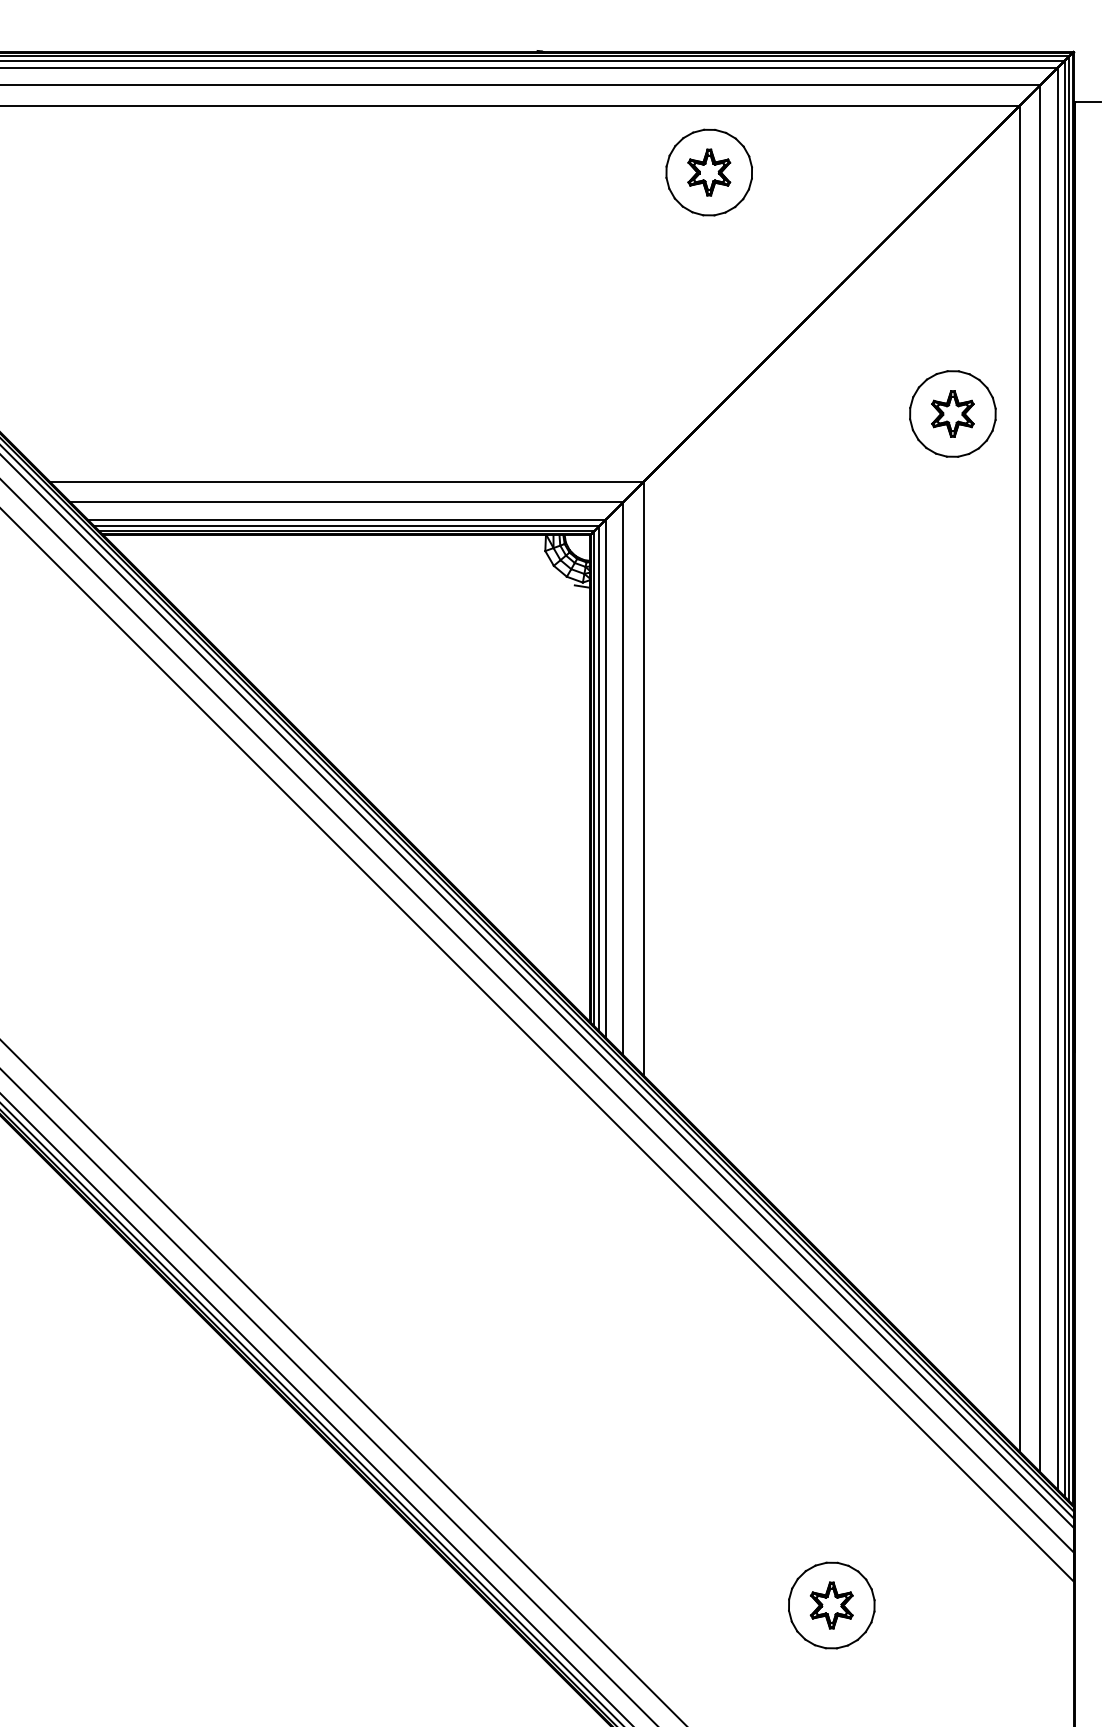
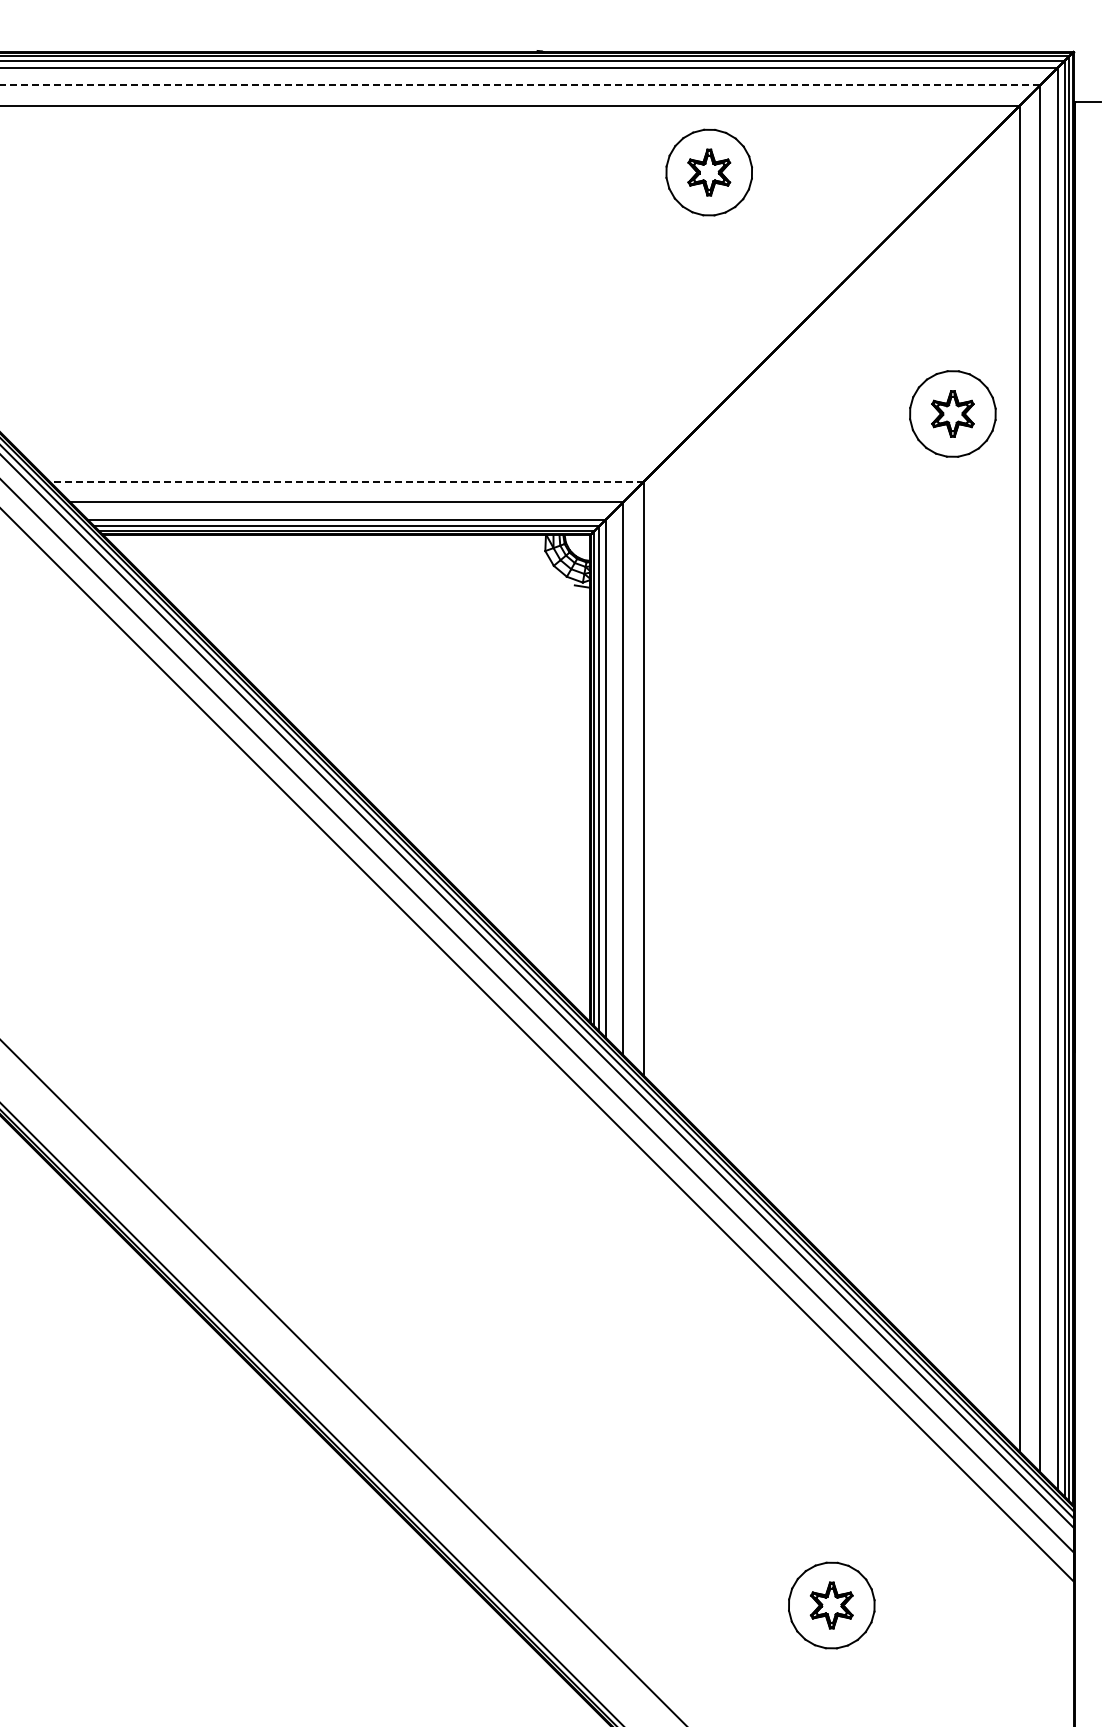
line at (519, 85): solid -> dashed
line at (346, 481): solid -> dashed
line at (328, 1396): present -> none
line at (316, 1409): present -> none
